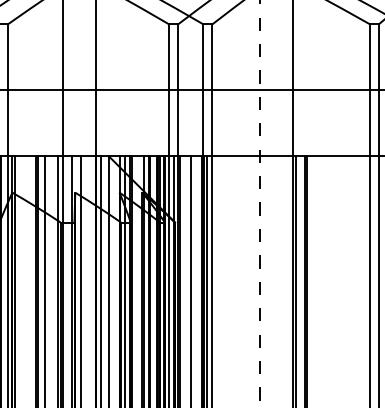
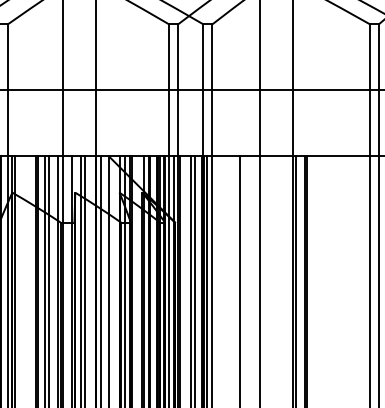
line at (259, 204): dashed -> solid
line at (48, 280): none -> present
line at (85, 280): none -> present
line at (195, 280): none -> present
line at (240, 280): none -> present
